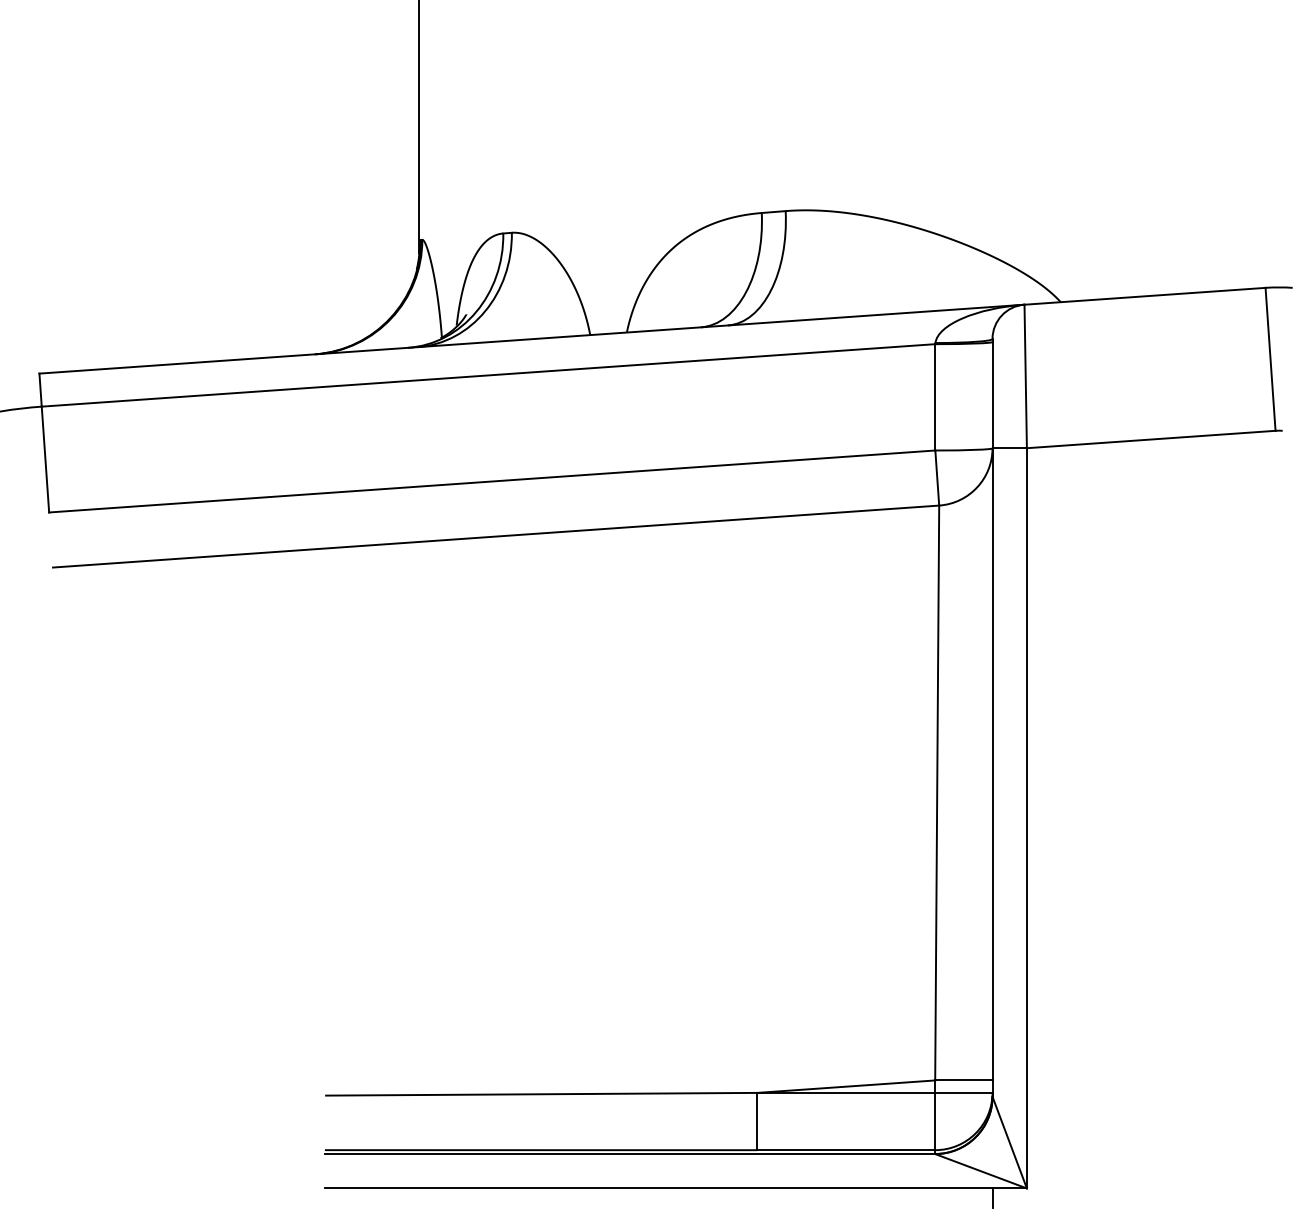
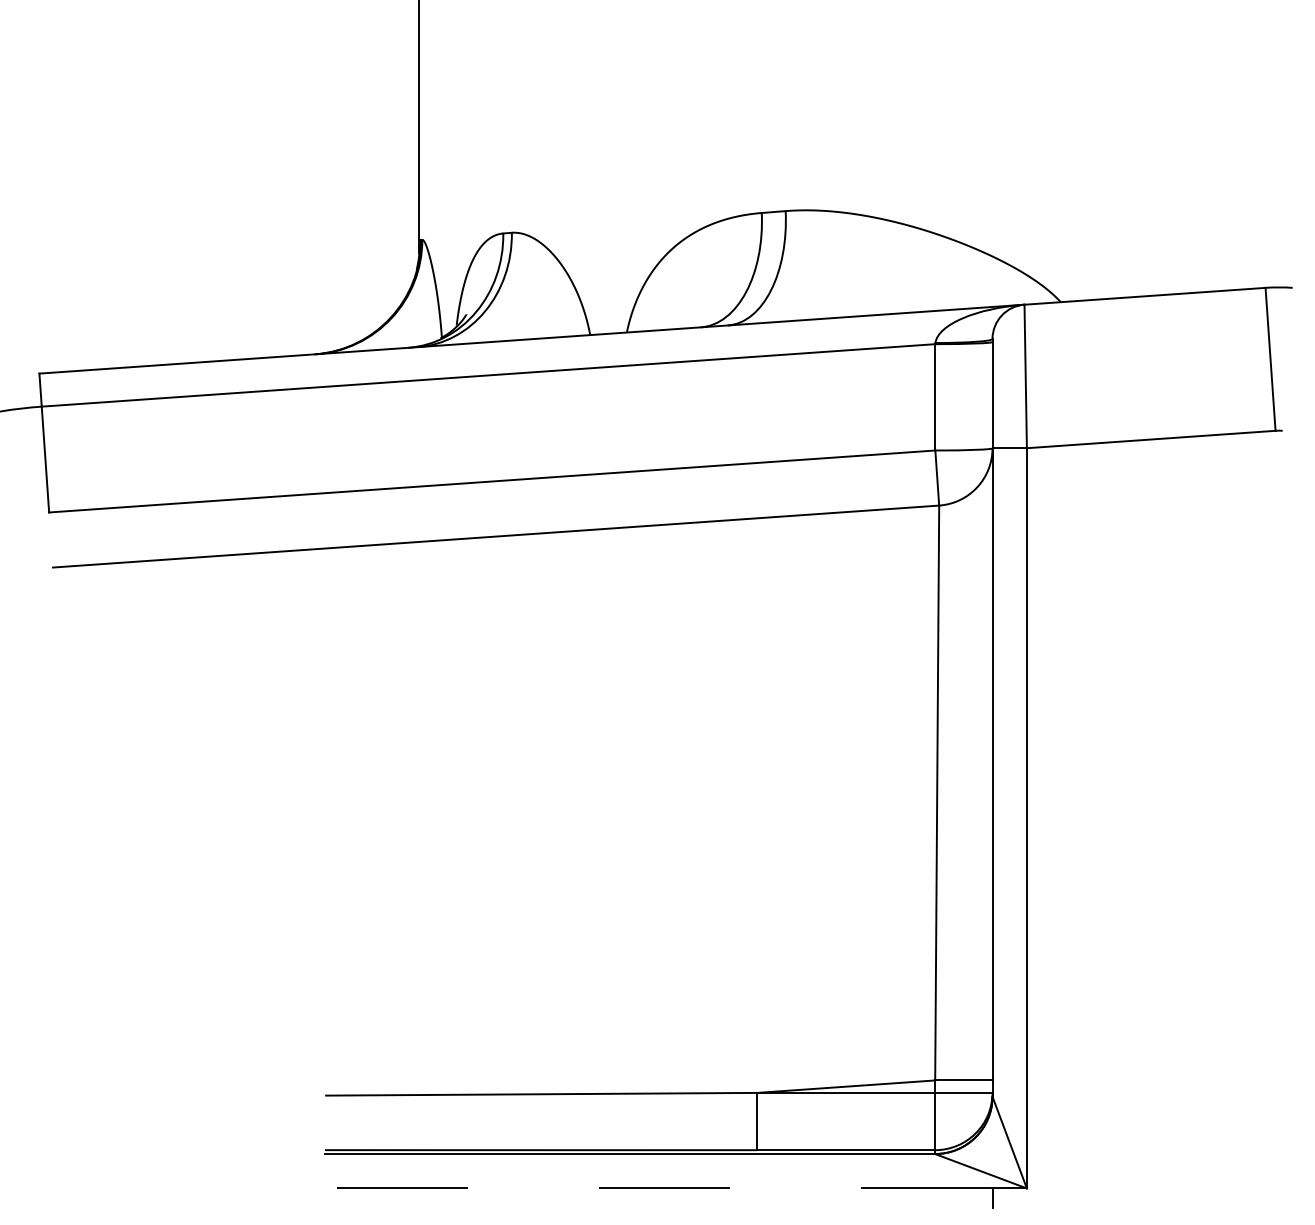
line at (658, 1188): solid -> dashed
